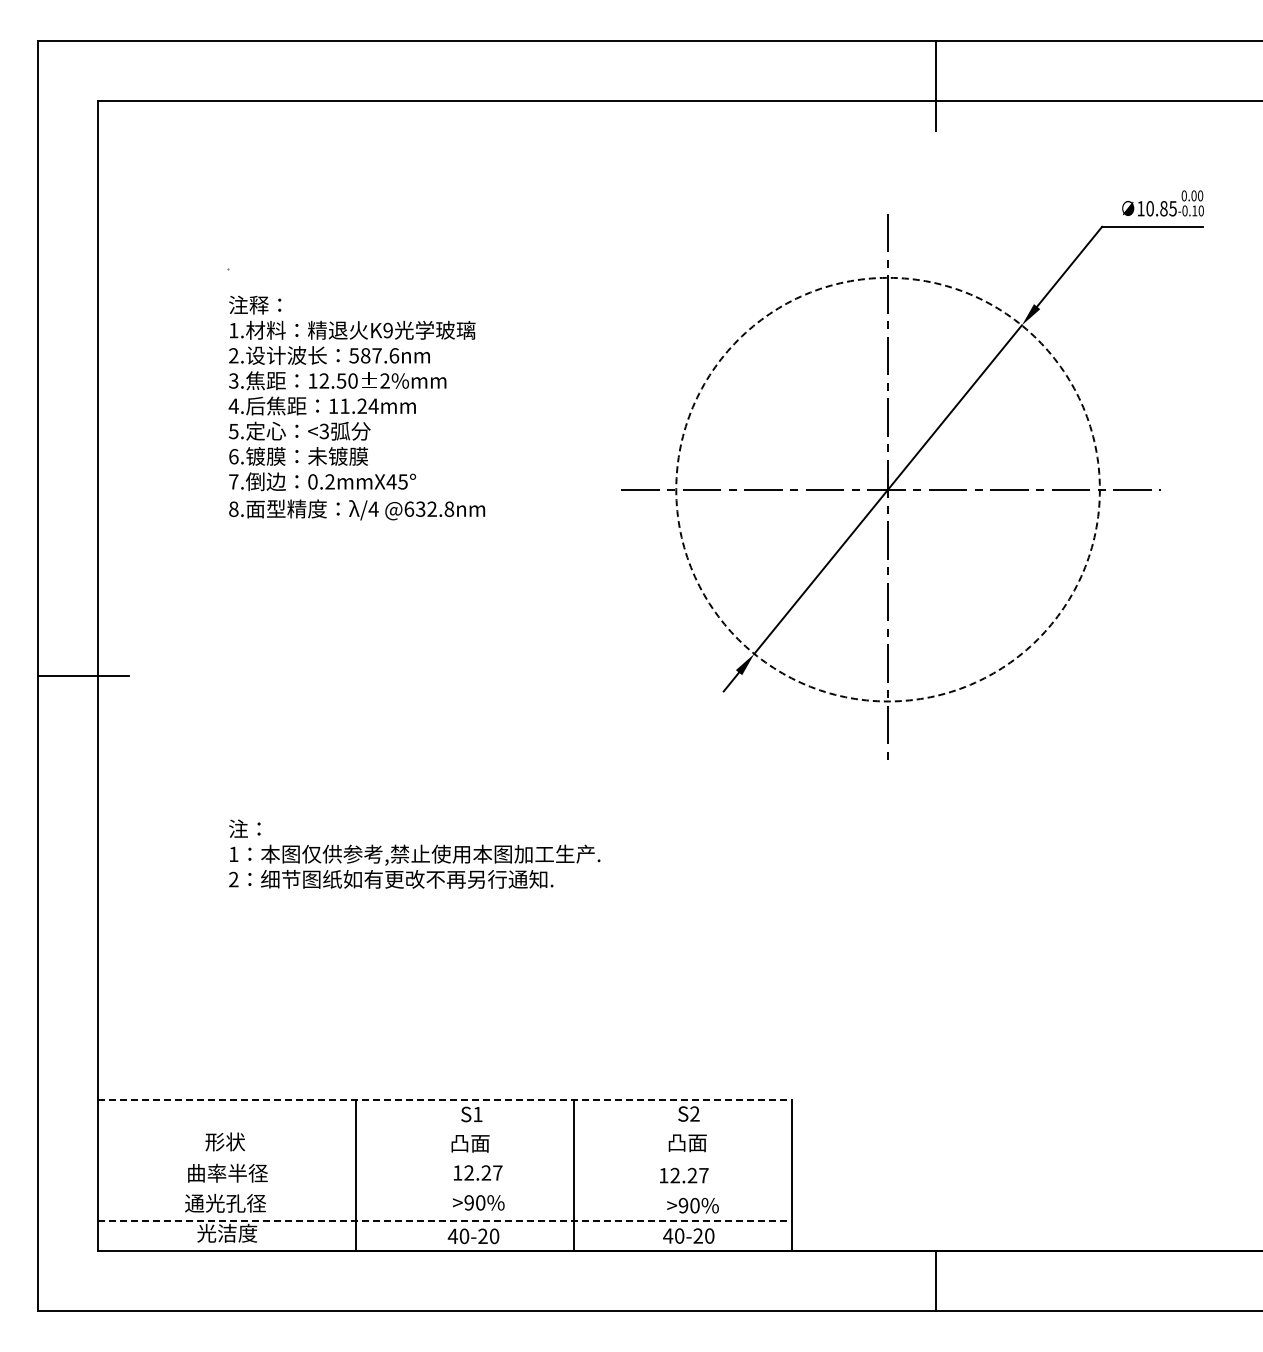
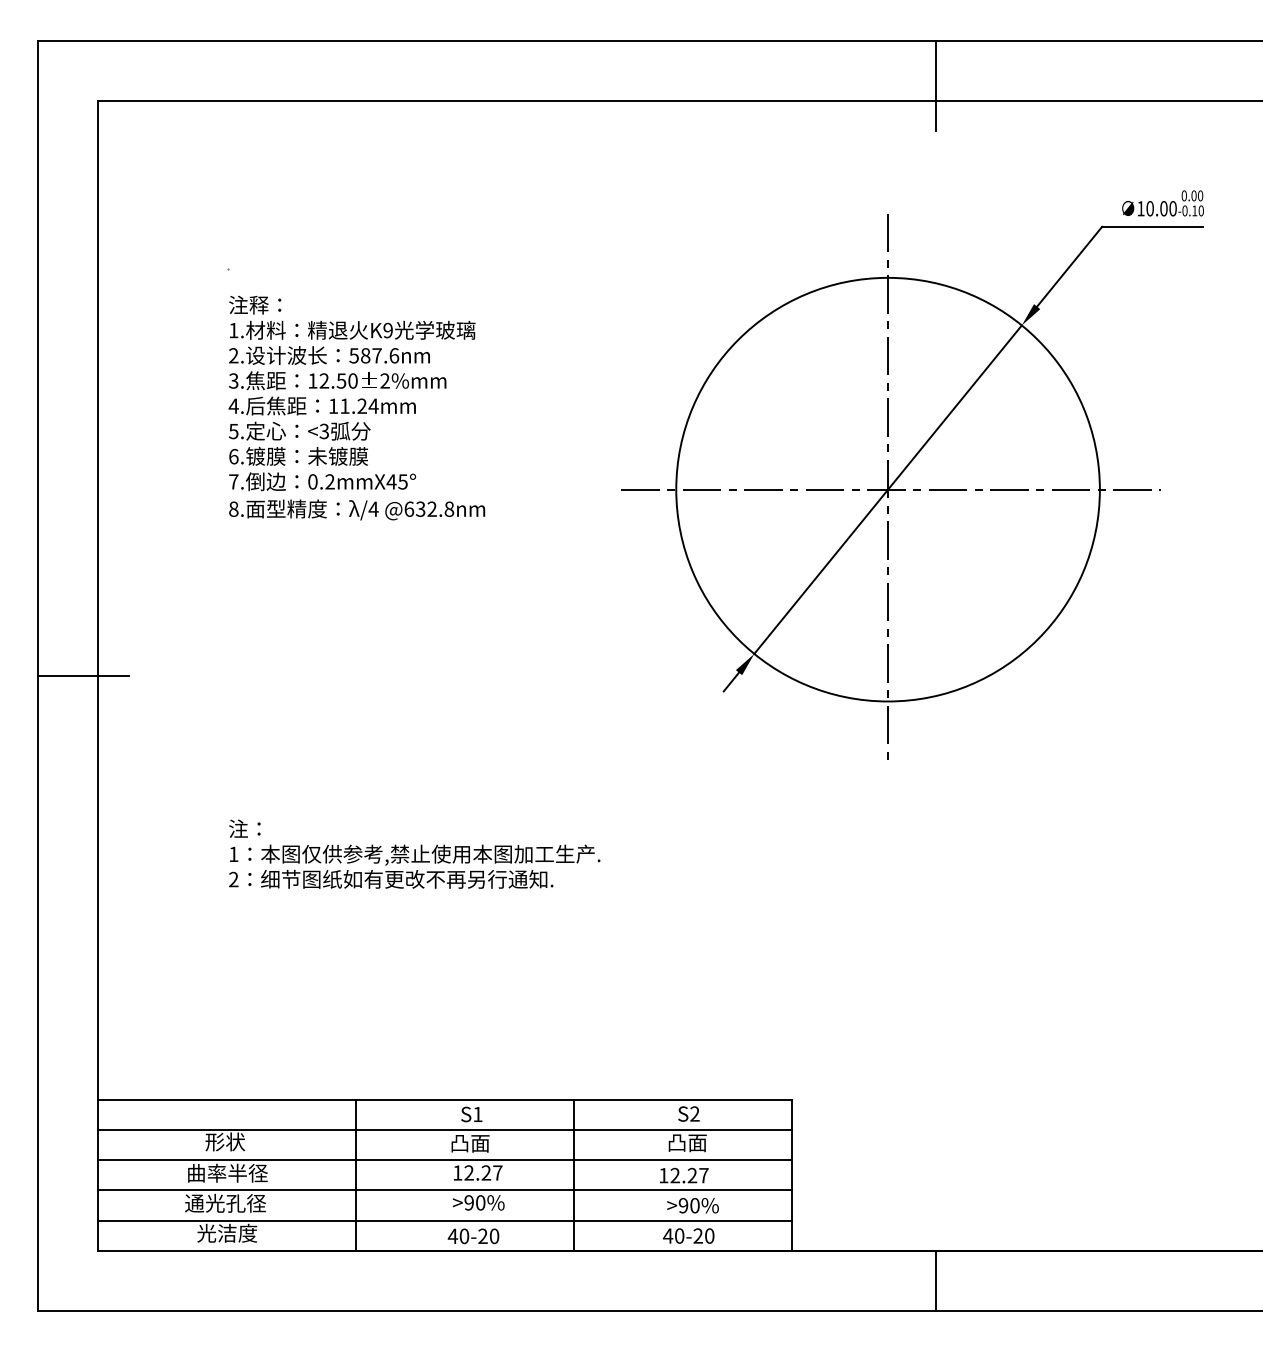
text at (1168, 208): 10.85 -> 10.00
circle at (887, 489): dashed -> solid
line at (445, 1099): dashed -> solid
line at (445, 1129): none -> present
line at (445, 1160): none -> present
line at (445, 1190): none -> present
line at (445, 1220): dashed -> solid
